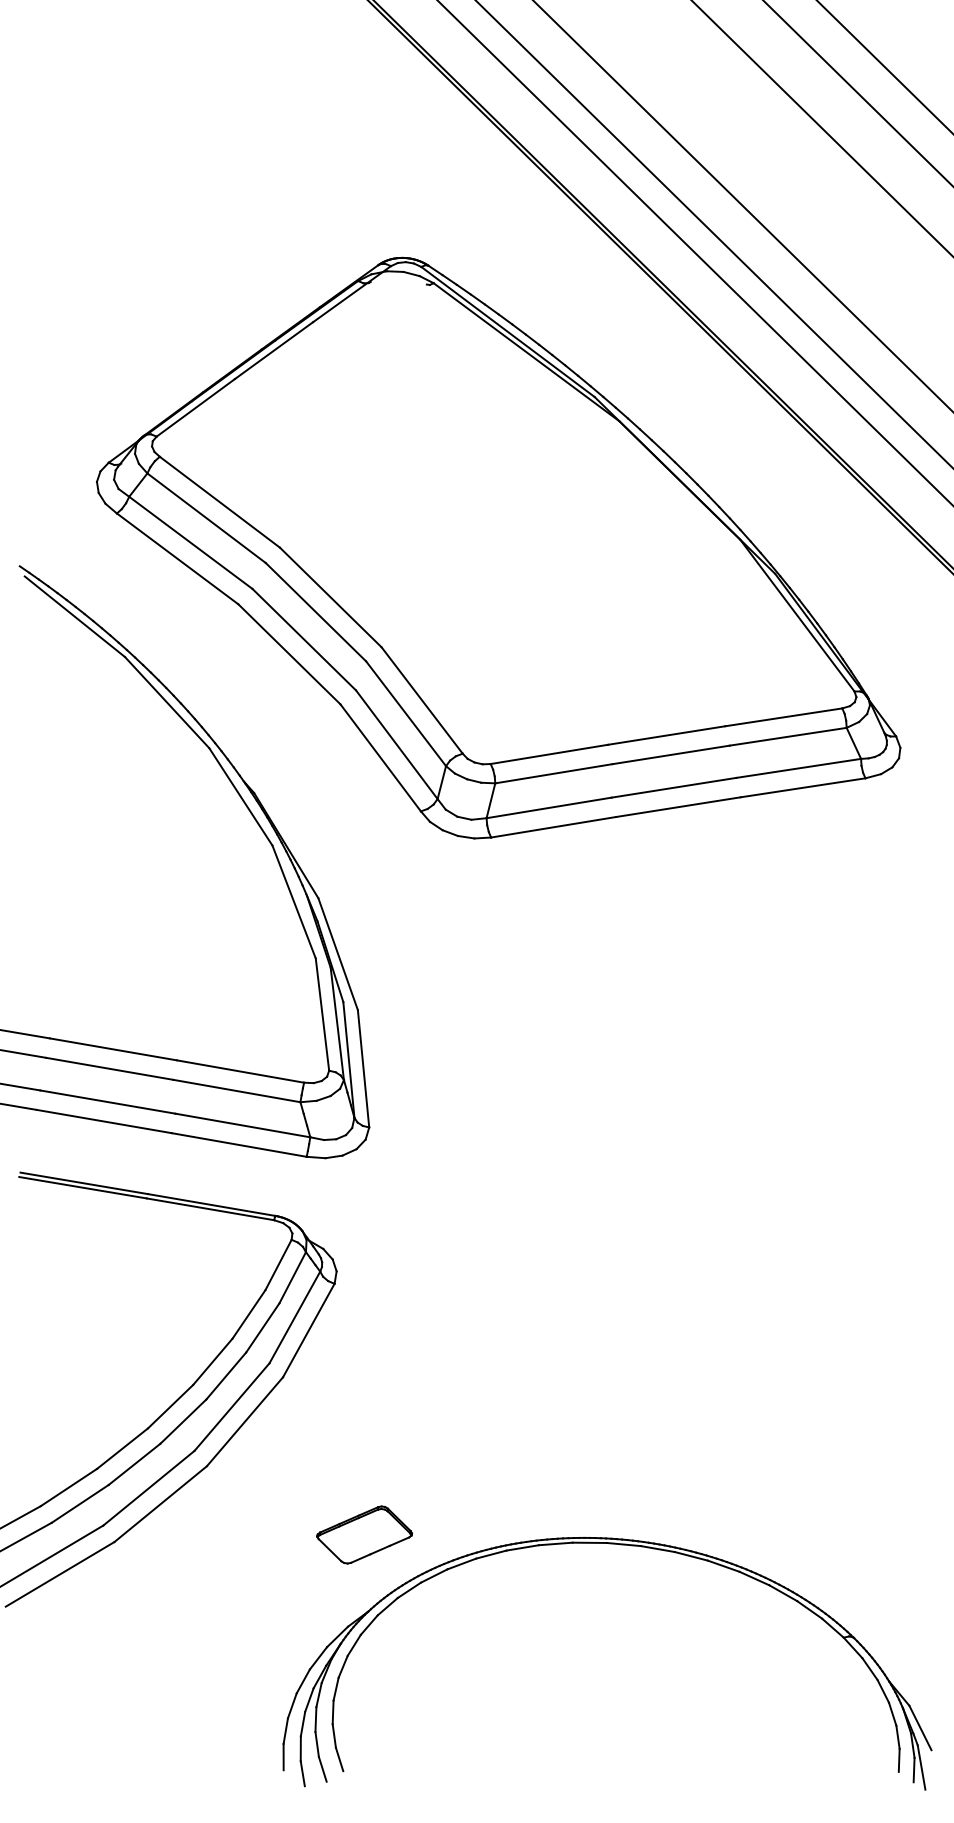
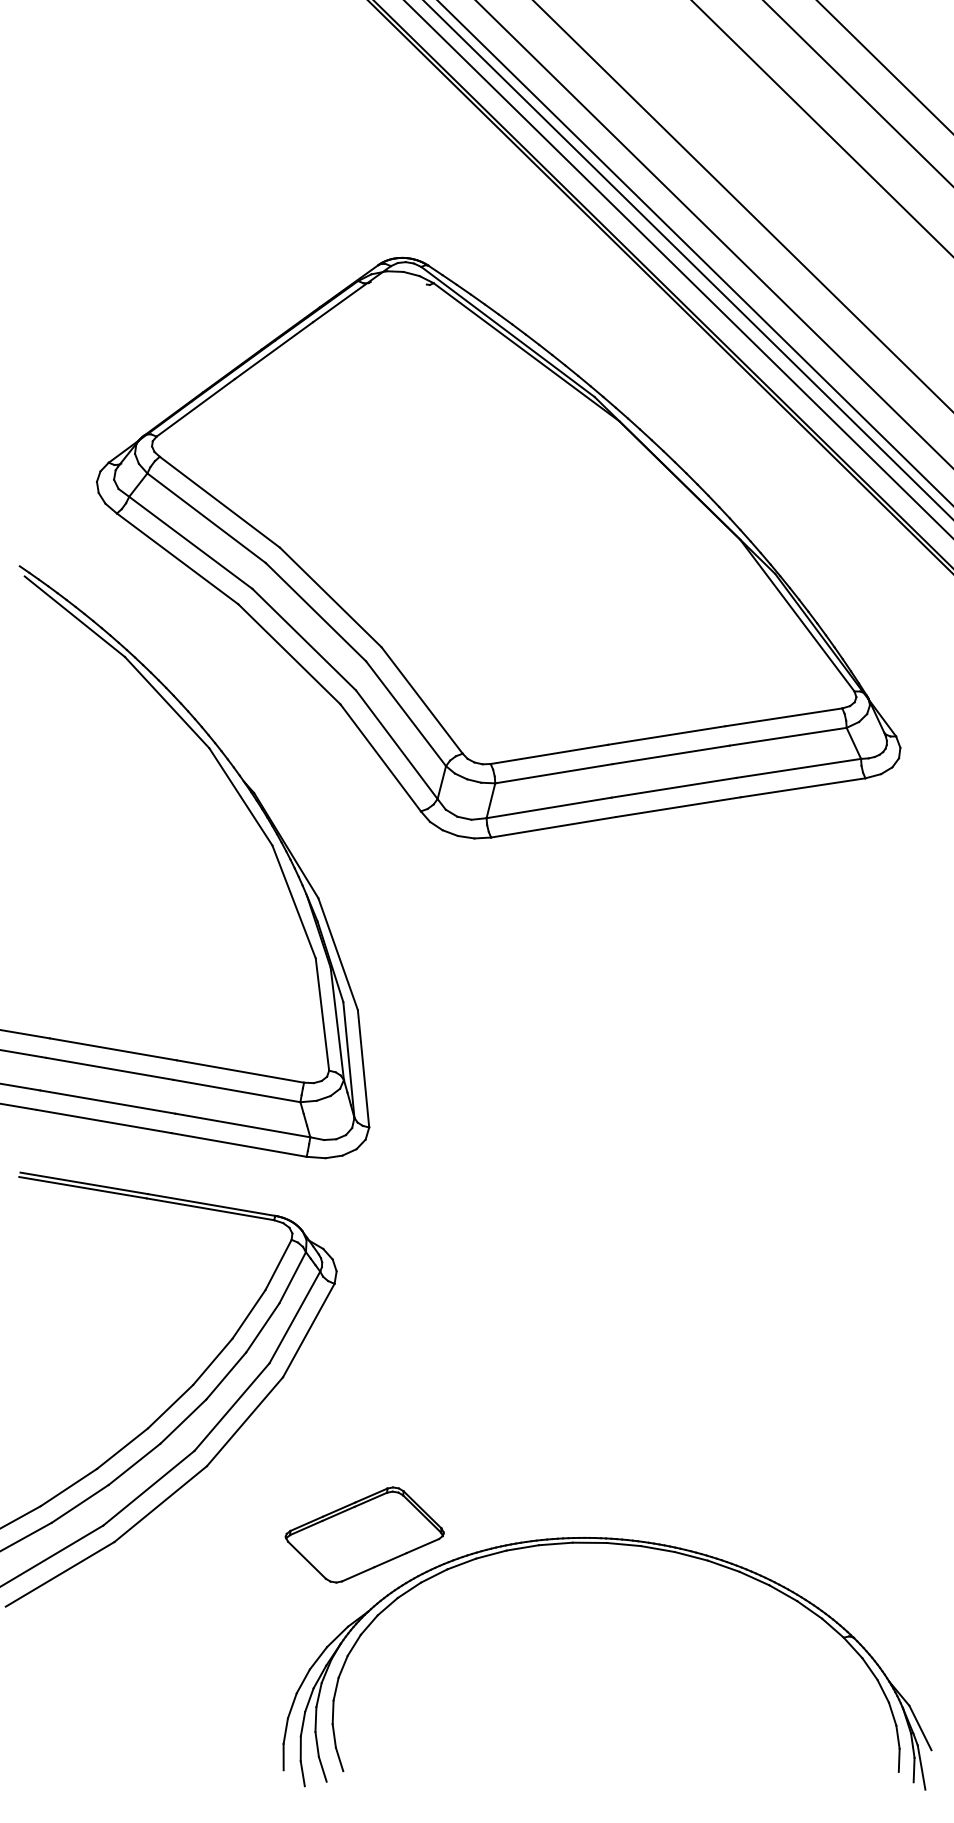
line at (687, 259): none -> present
line at (678, 269): none -> present
part at (364, 1534) size: 98x60 px -> 161x98 px
